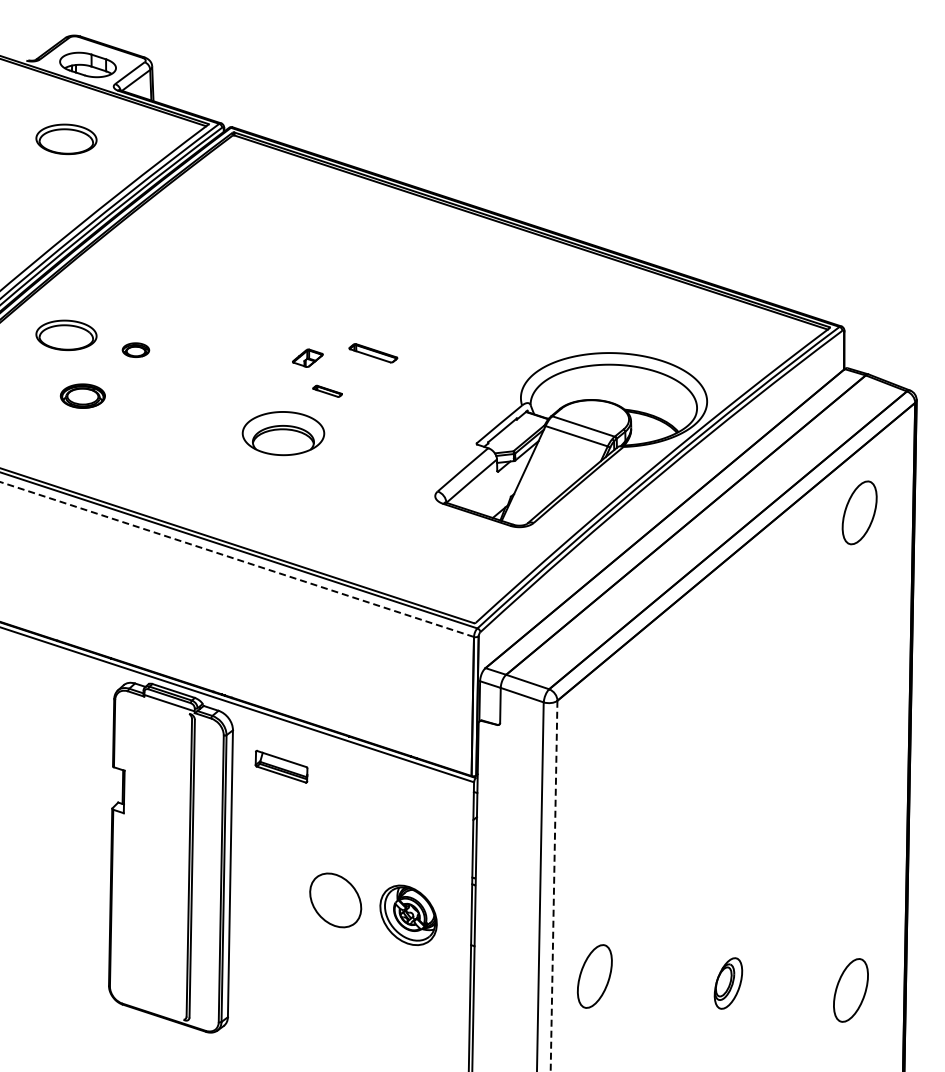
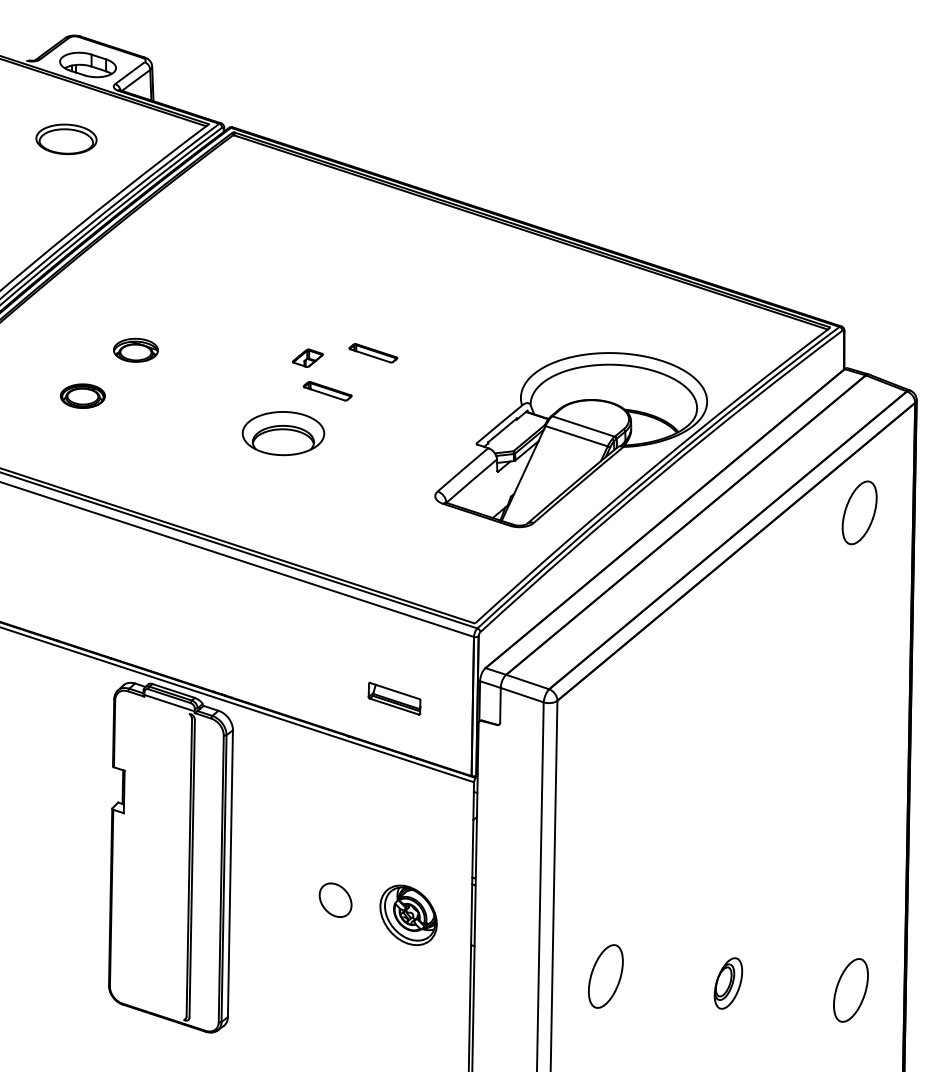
part at (66, 335): present -> none
part at (135, 349) size: 30x16 px -> 46x26 px
part at (327, 390) size: 31x14 px -> 51x21 px
line at (236, 559): dashed -> solid
part at (281, 766) position: (281, 766) -> (394, 698)
line at (554, 886): dashed -> solid
part at (335, 900) size: 54x57 px -> 35x36 px
part at (594, 976) position: (594, 976) -> (605, 976)
